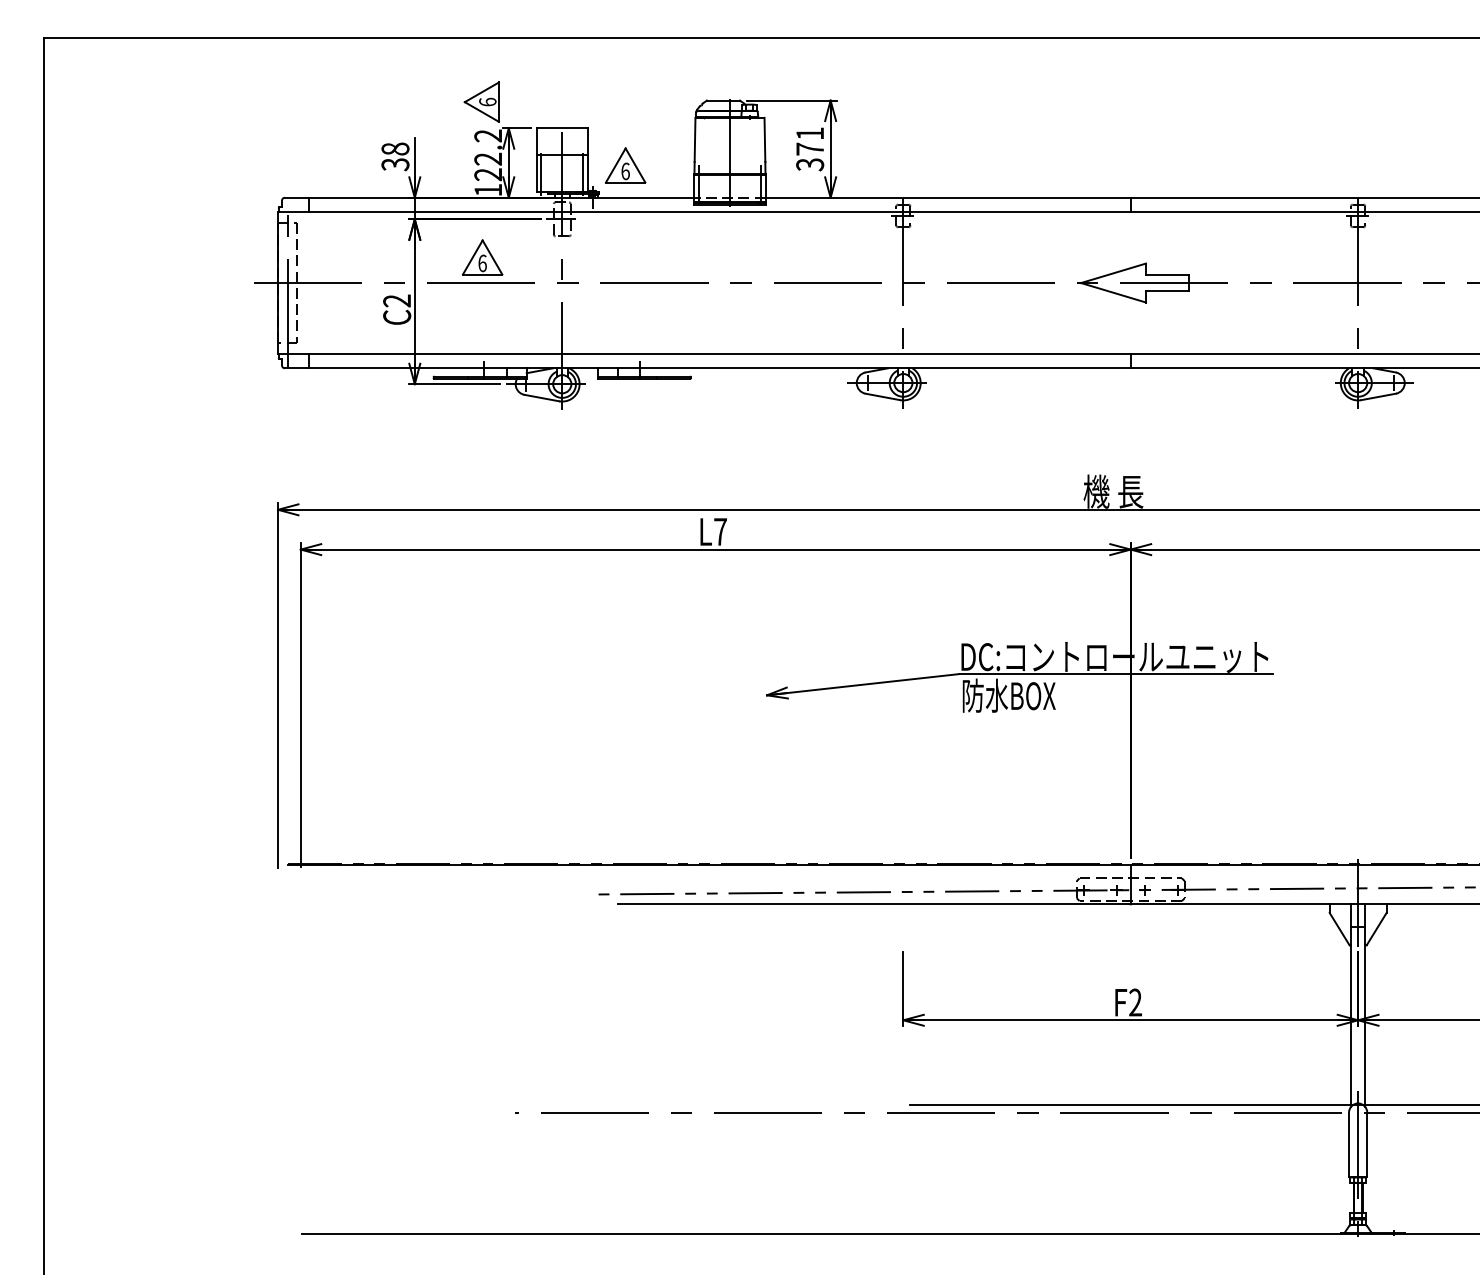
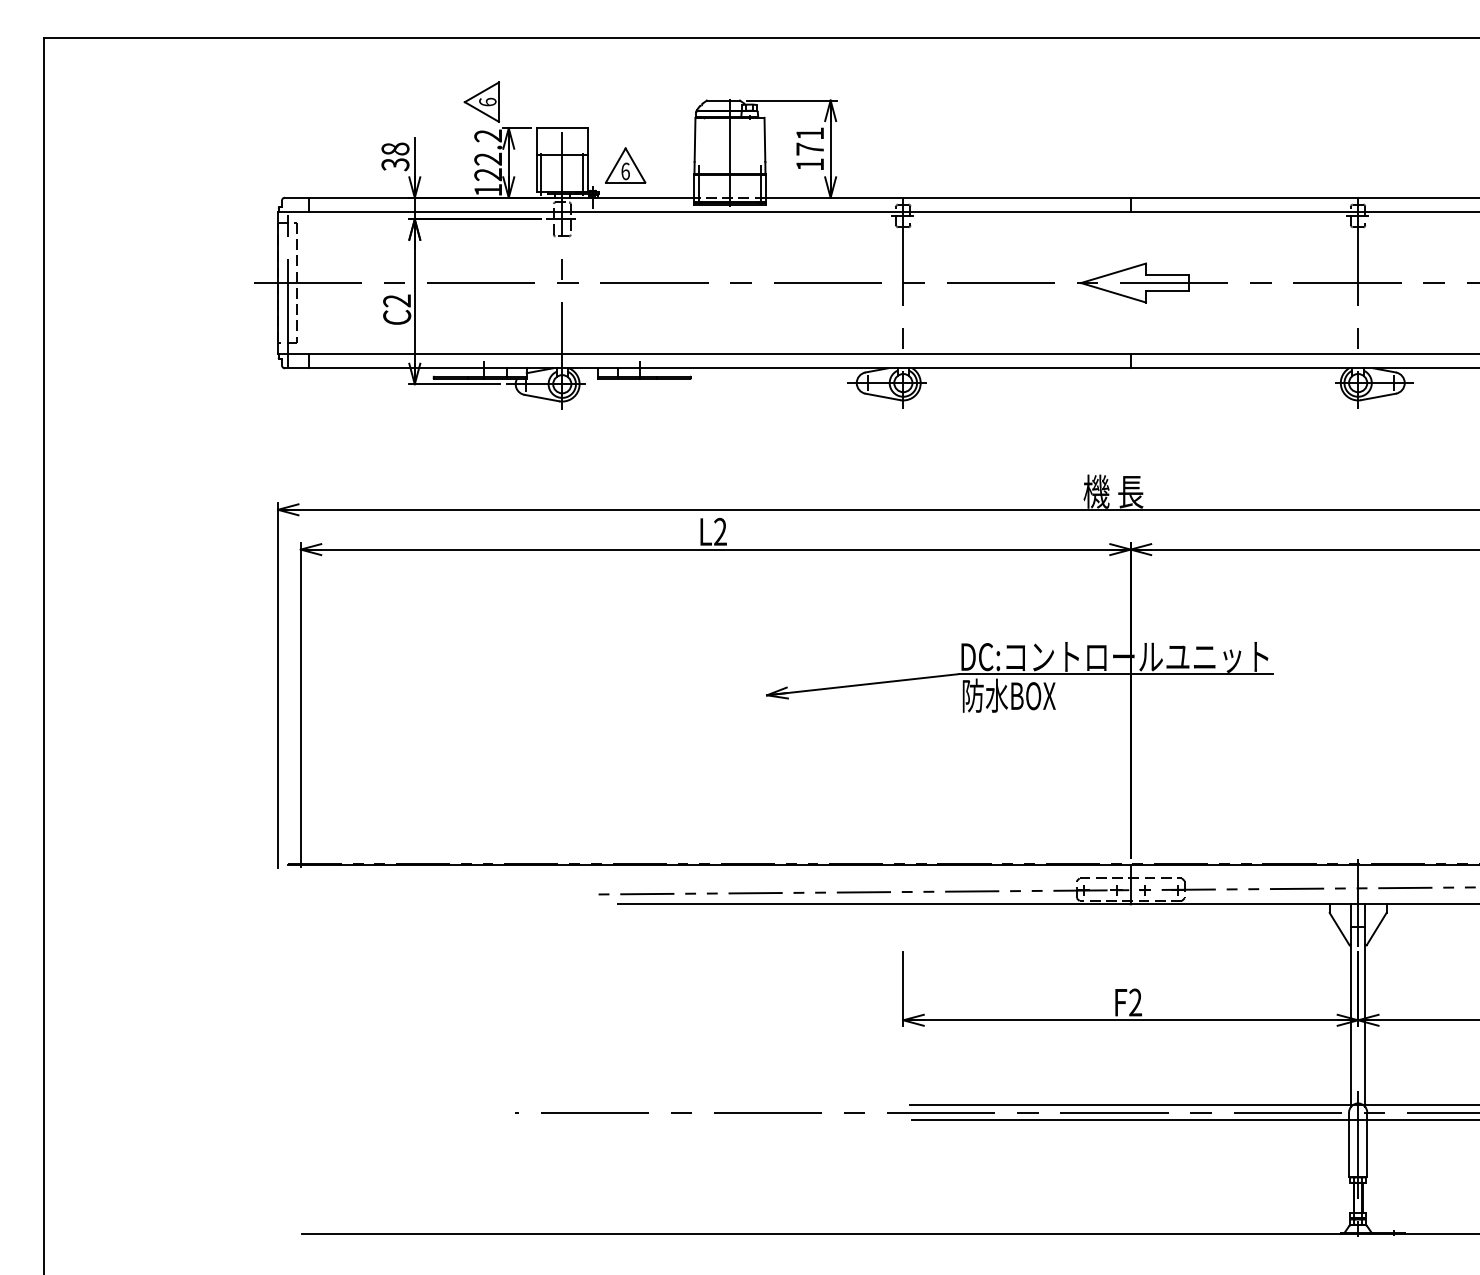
text at (810, 164): 371 -> 171
part at (482, 257): present -> none
text at (720, 531): L7 -> L2
line at (1194, 1120): none -> present
